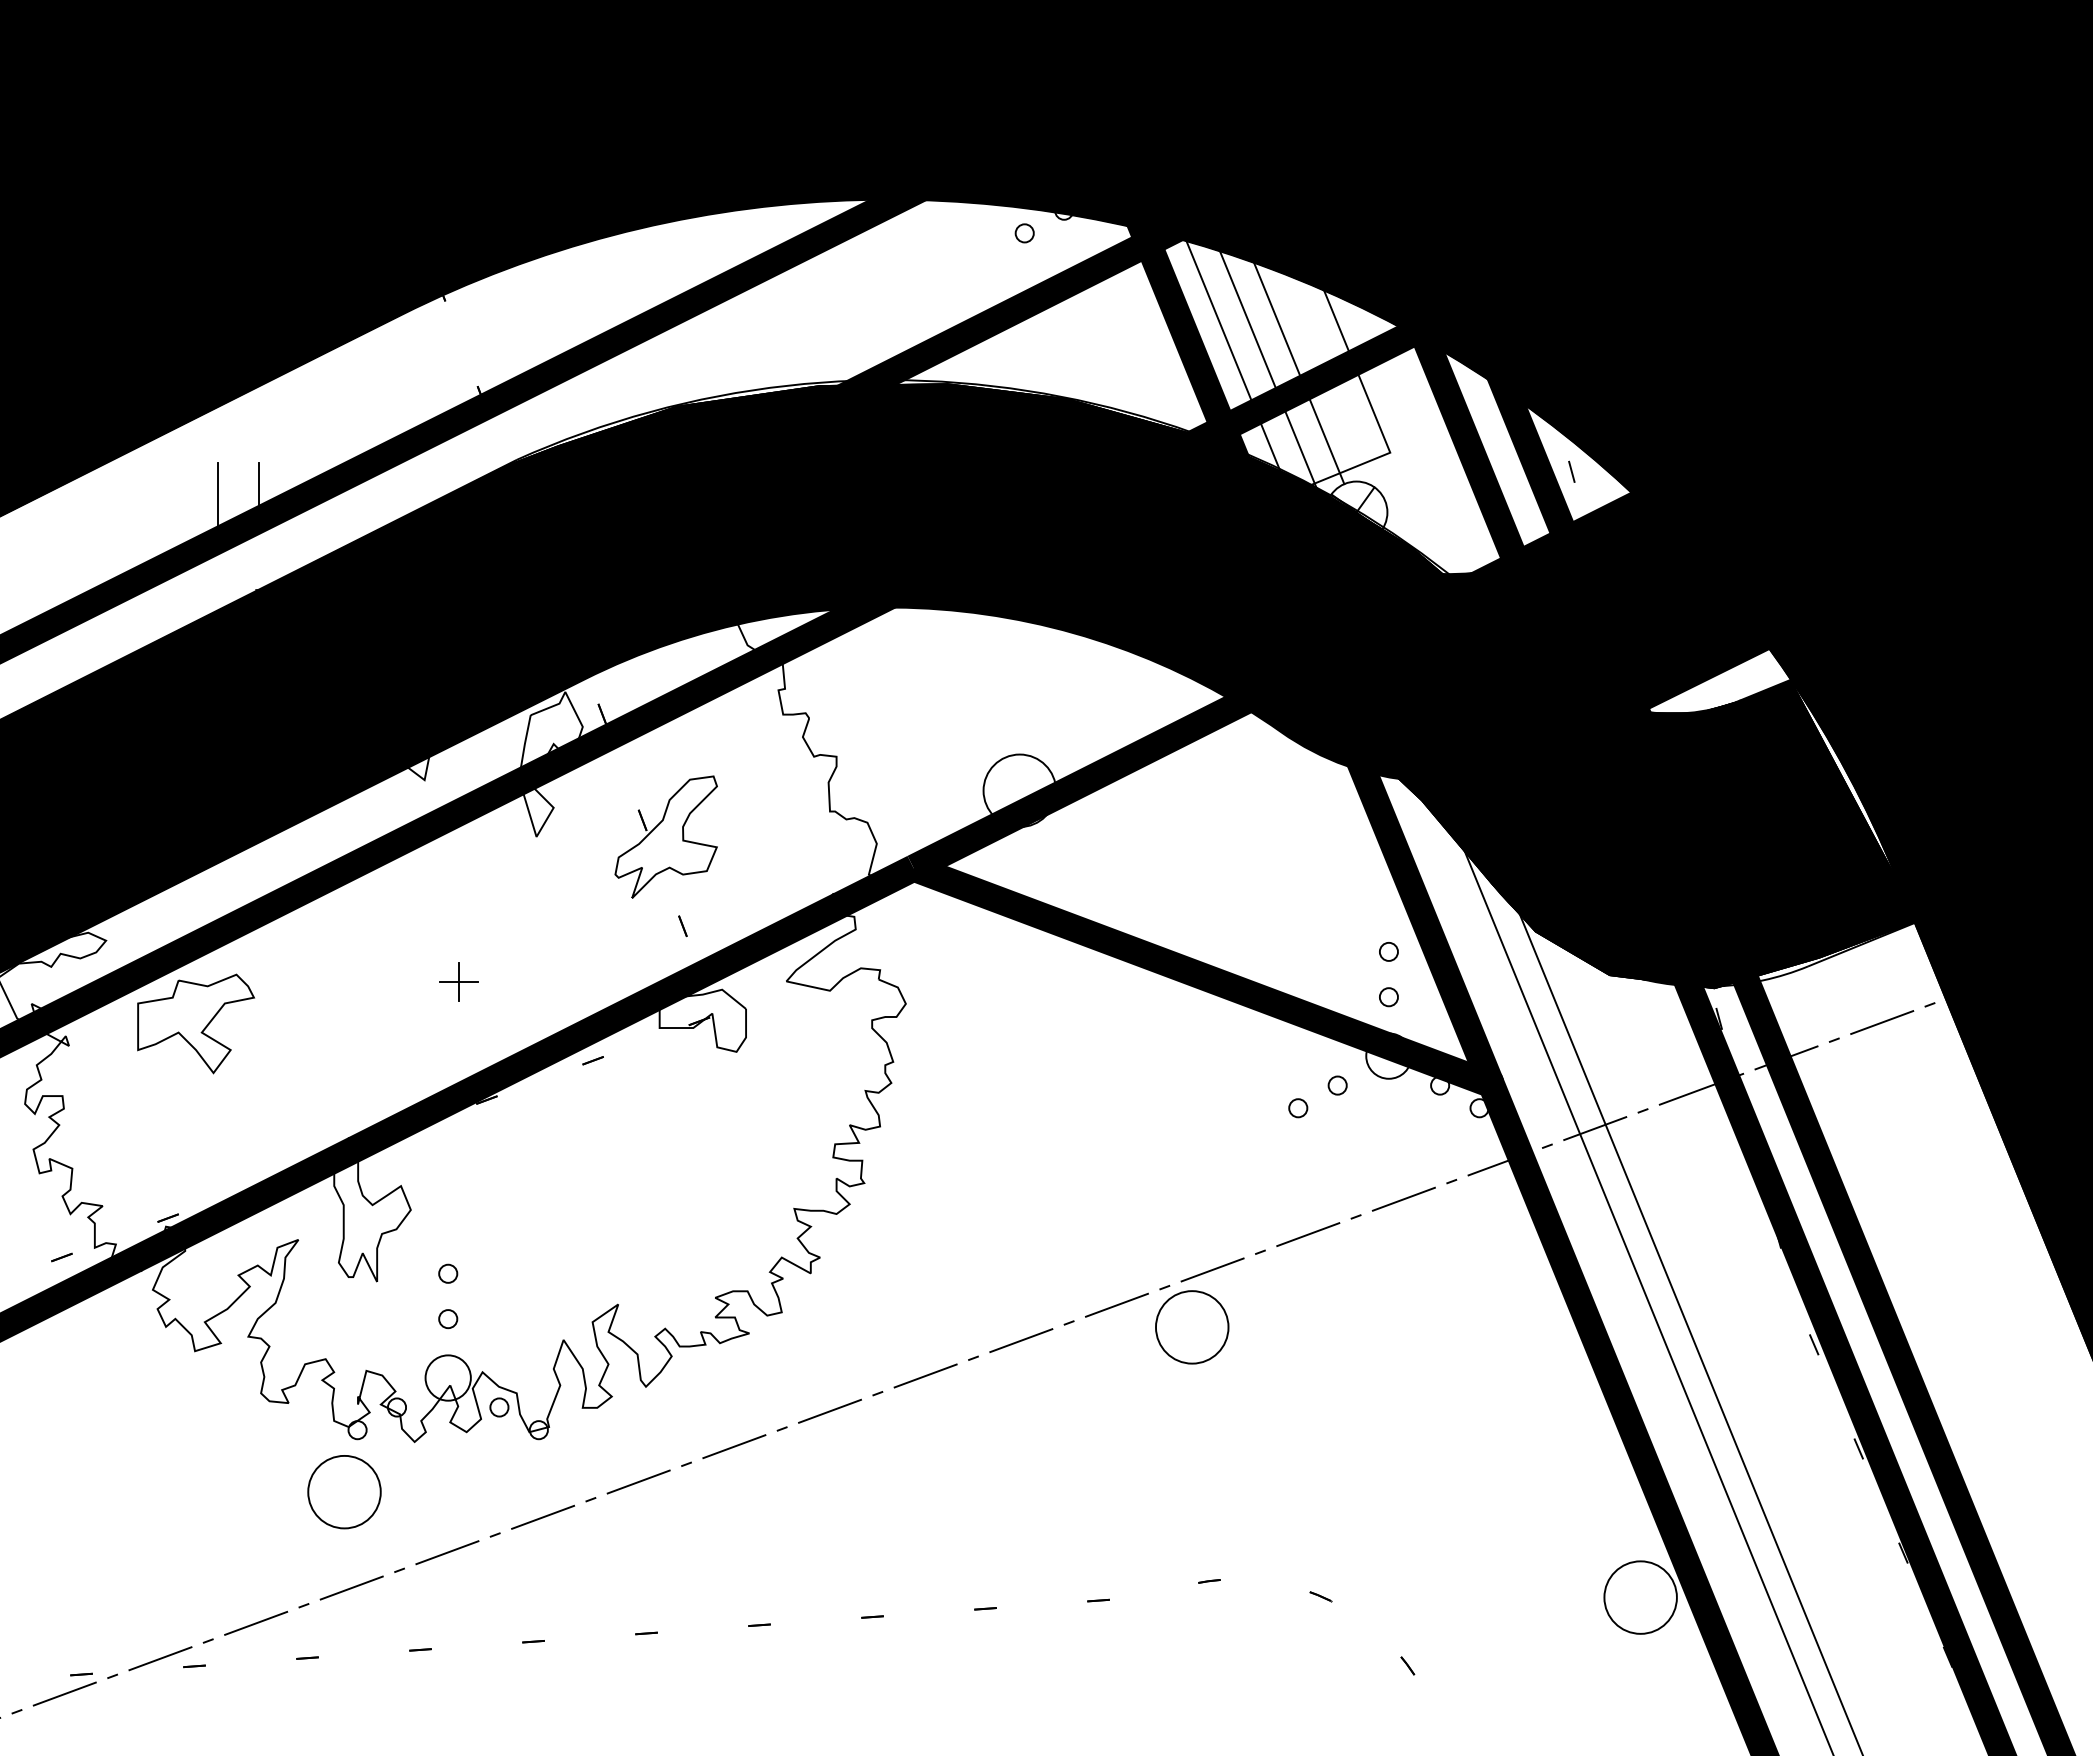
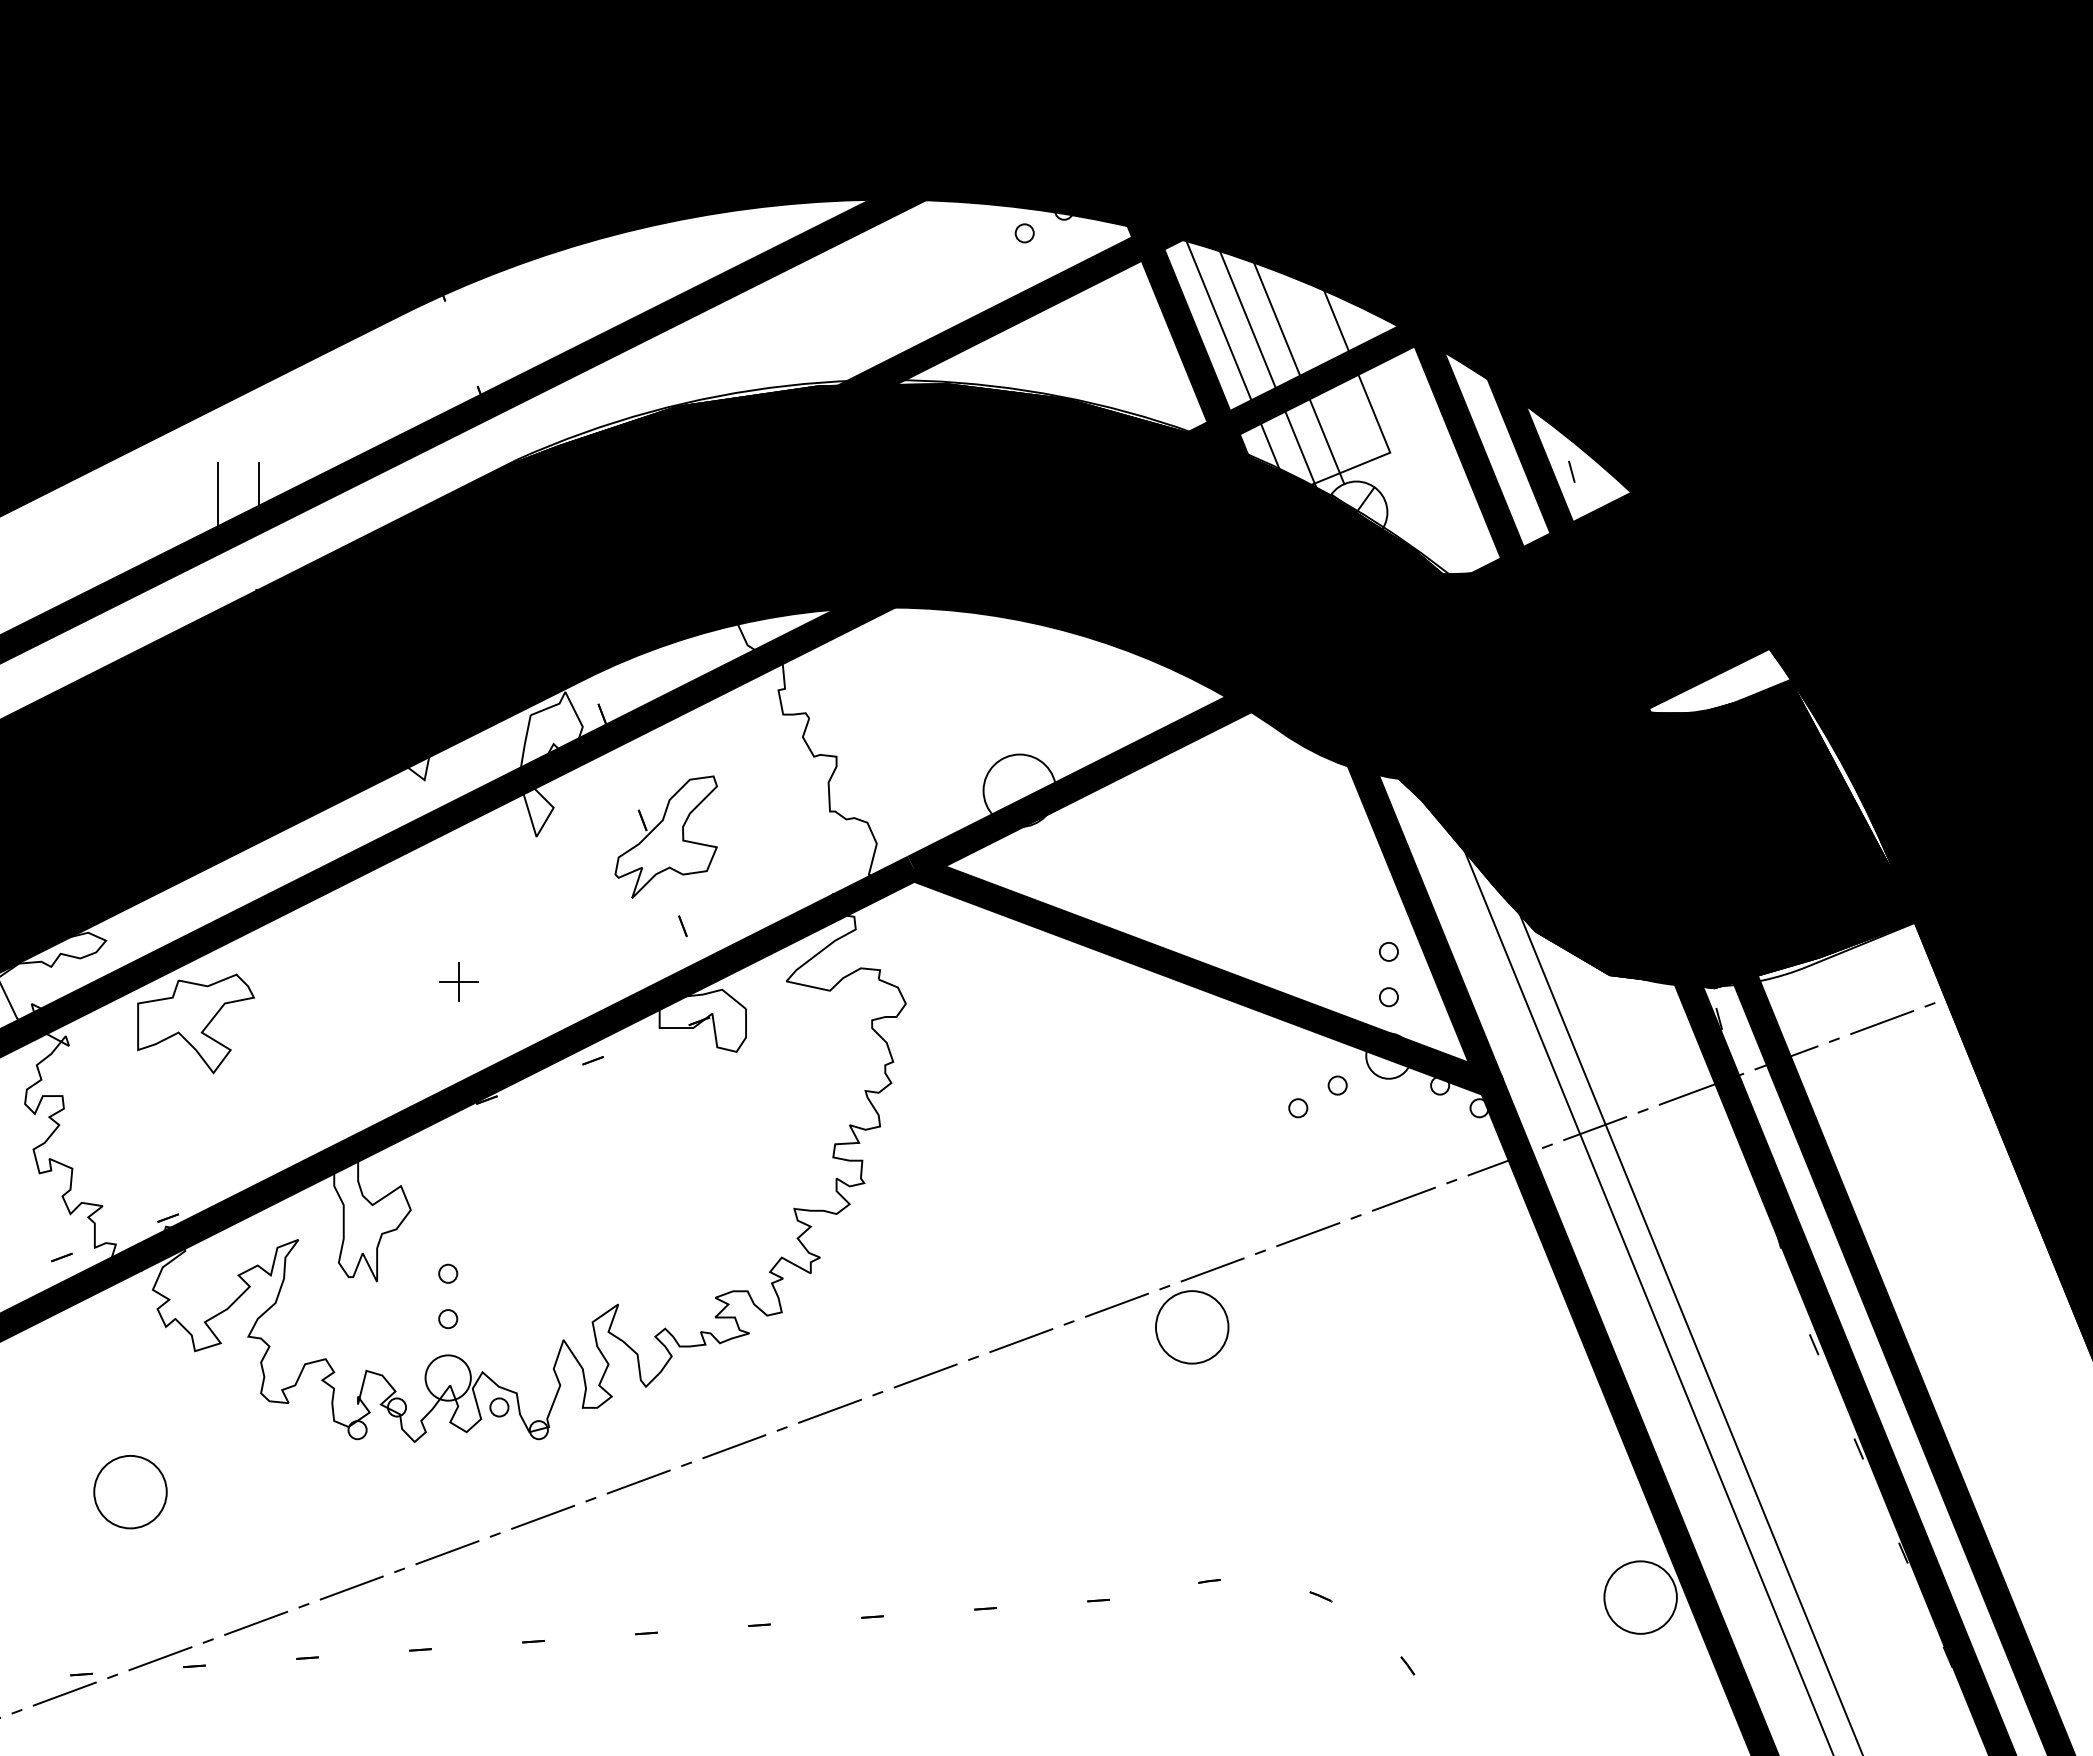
part at (344, 1492) position: (344, 1492) -> (130, 1492)
